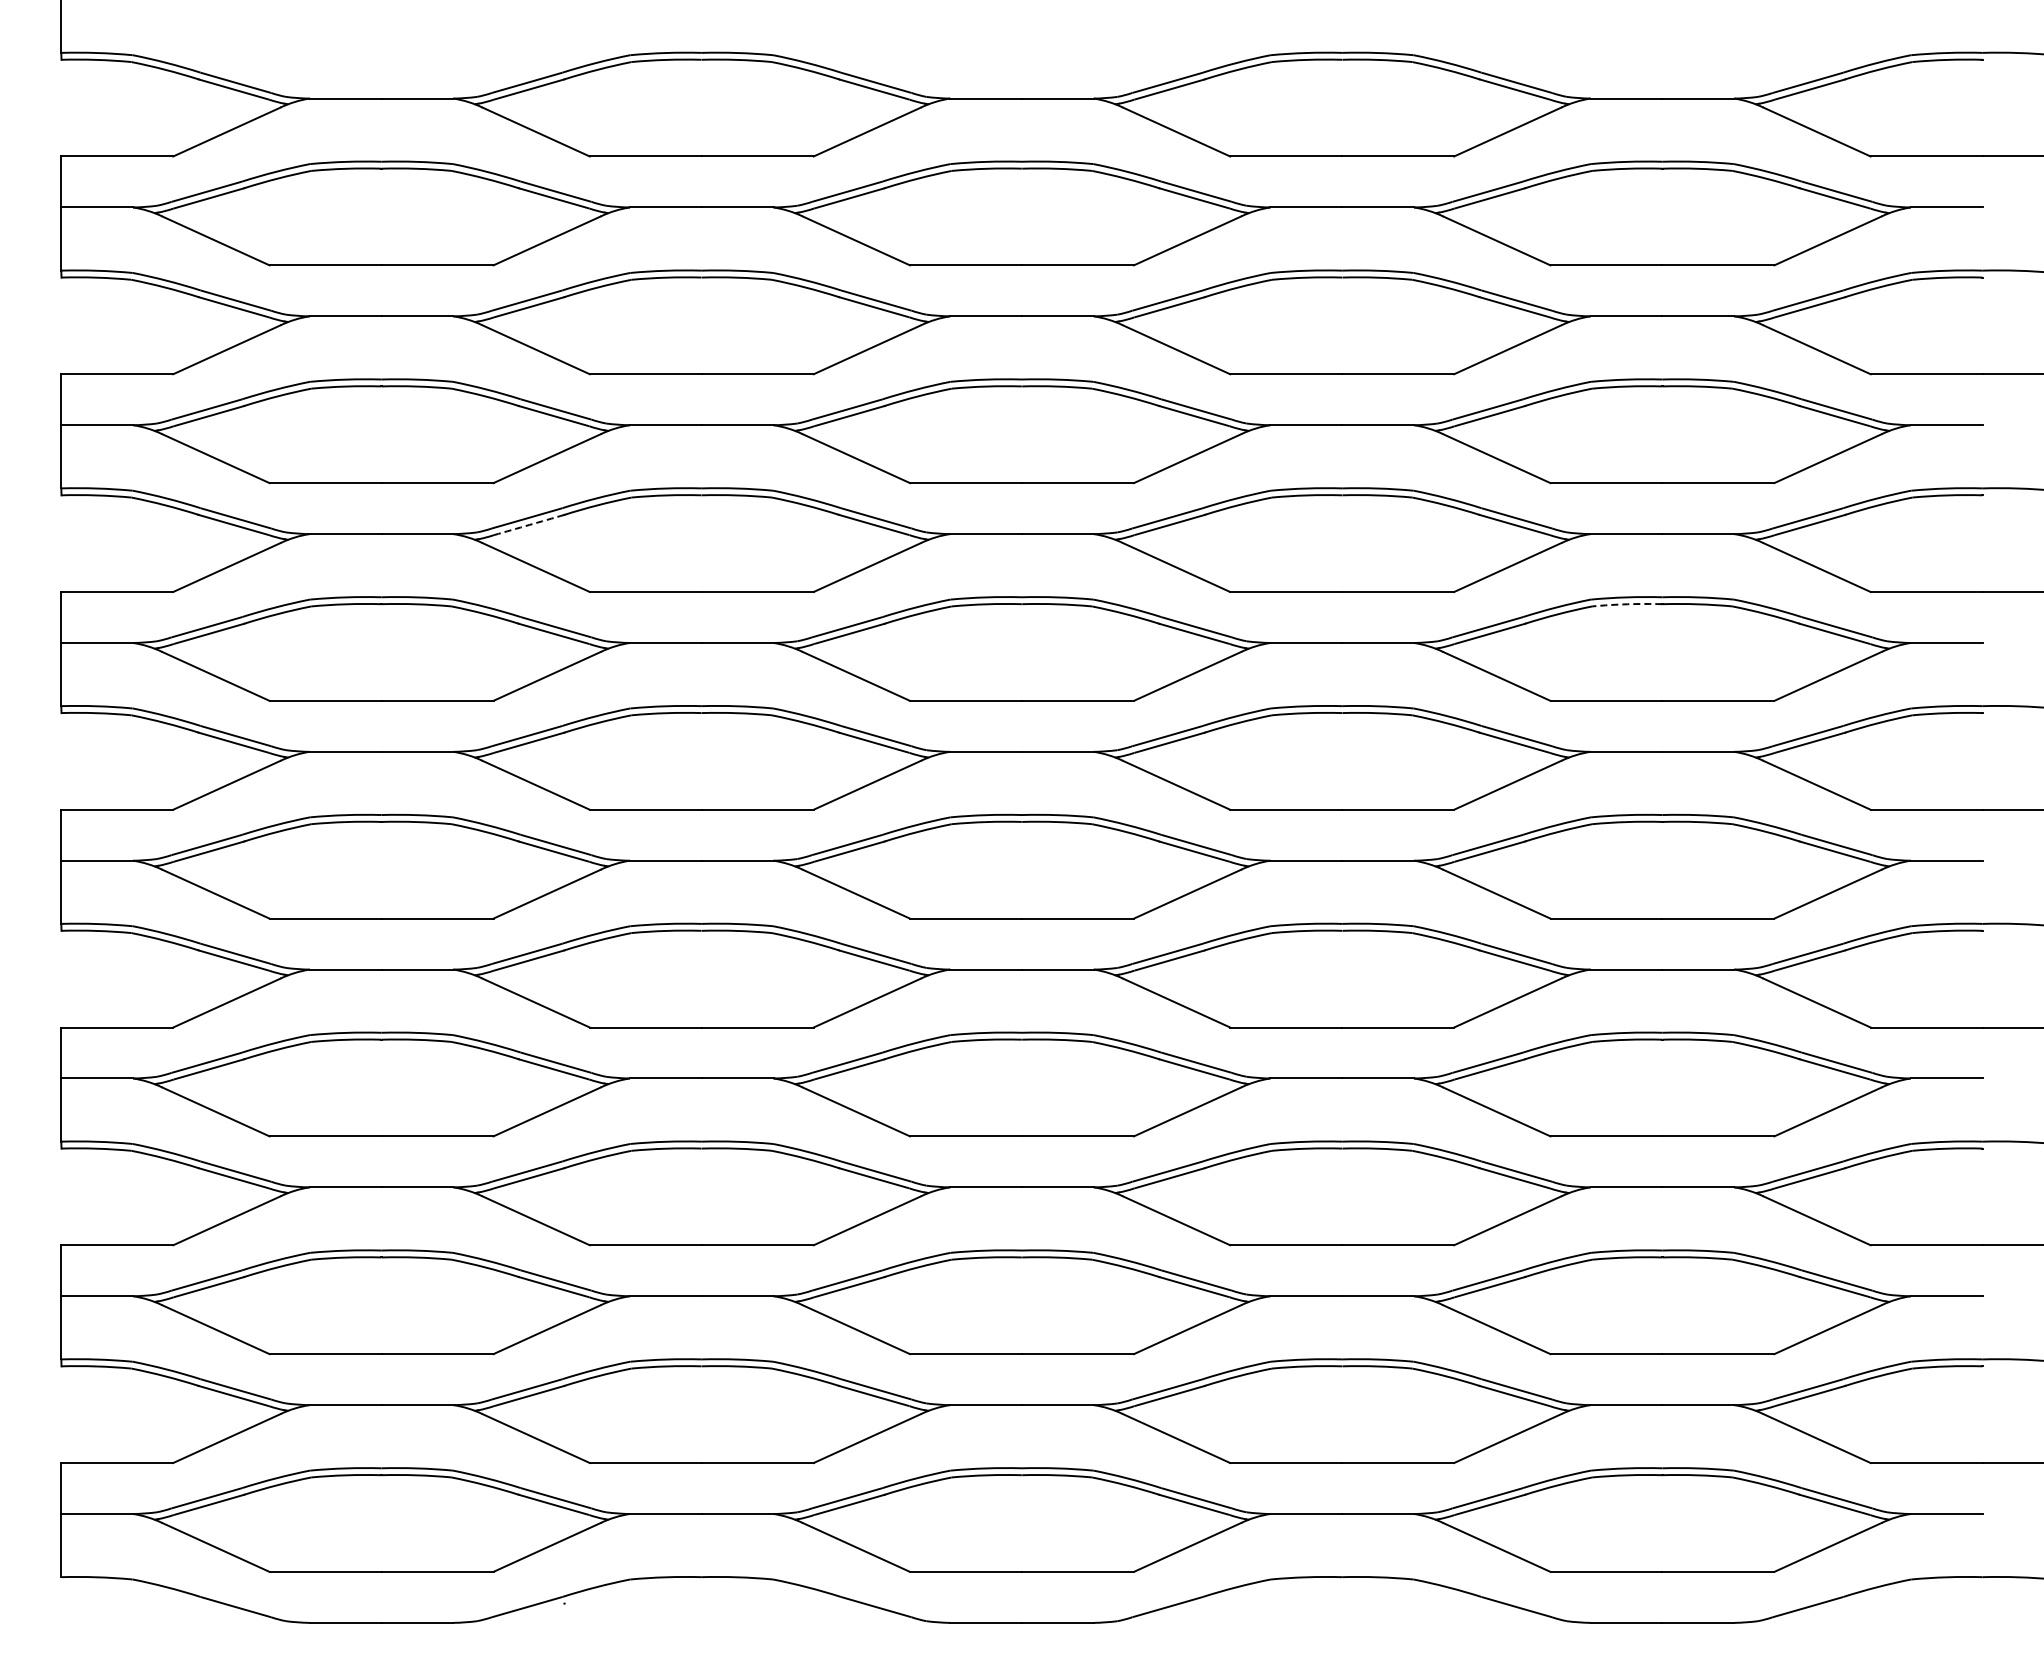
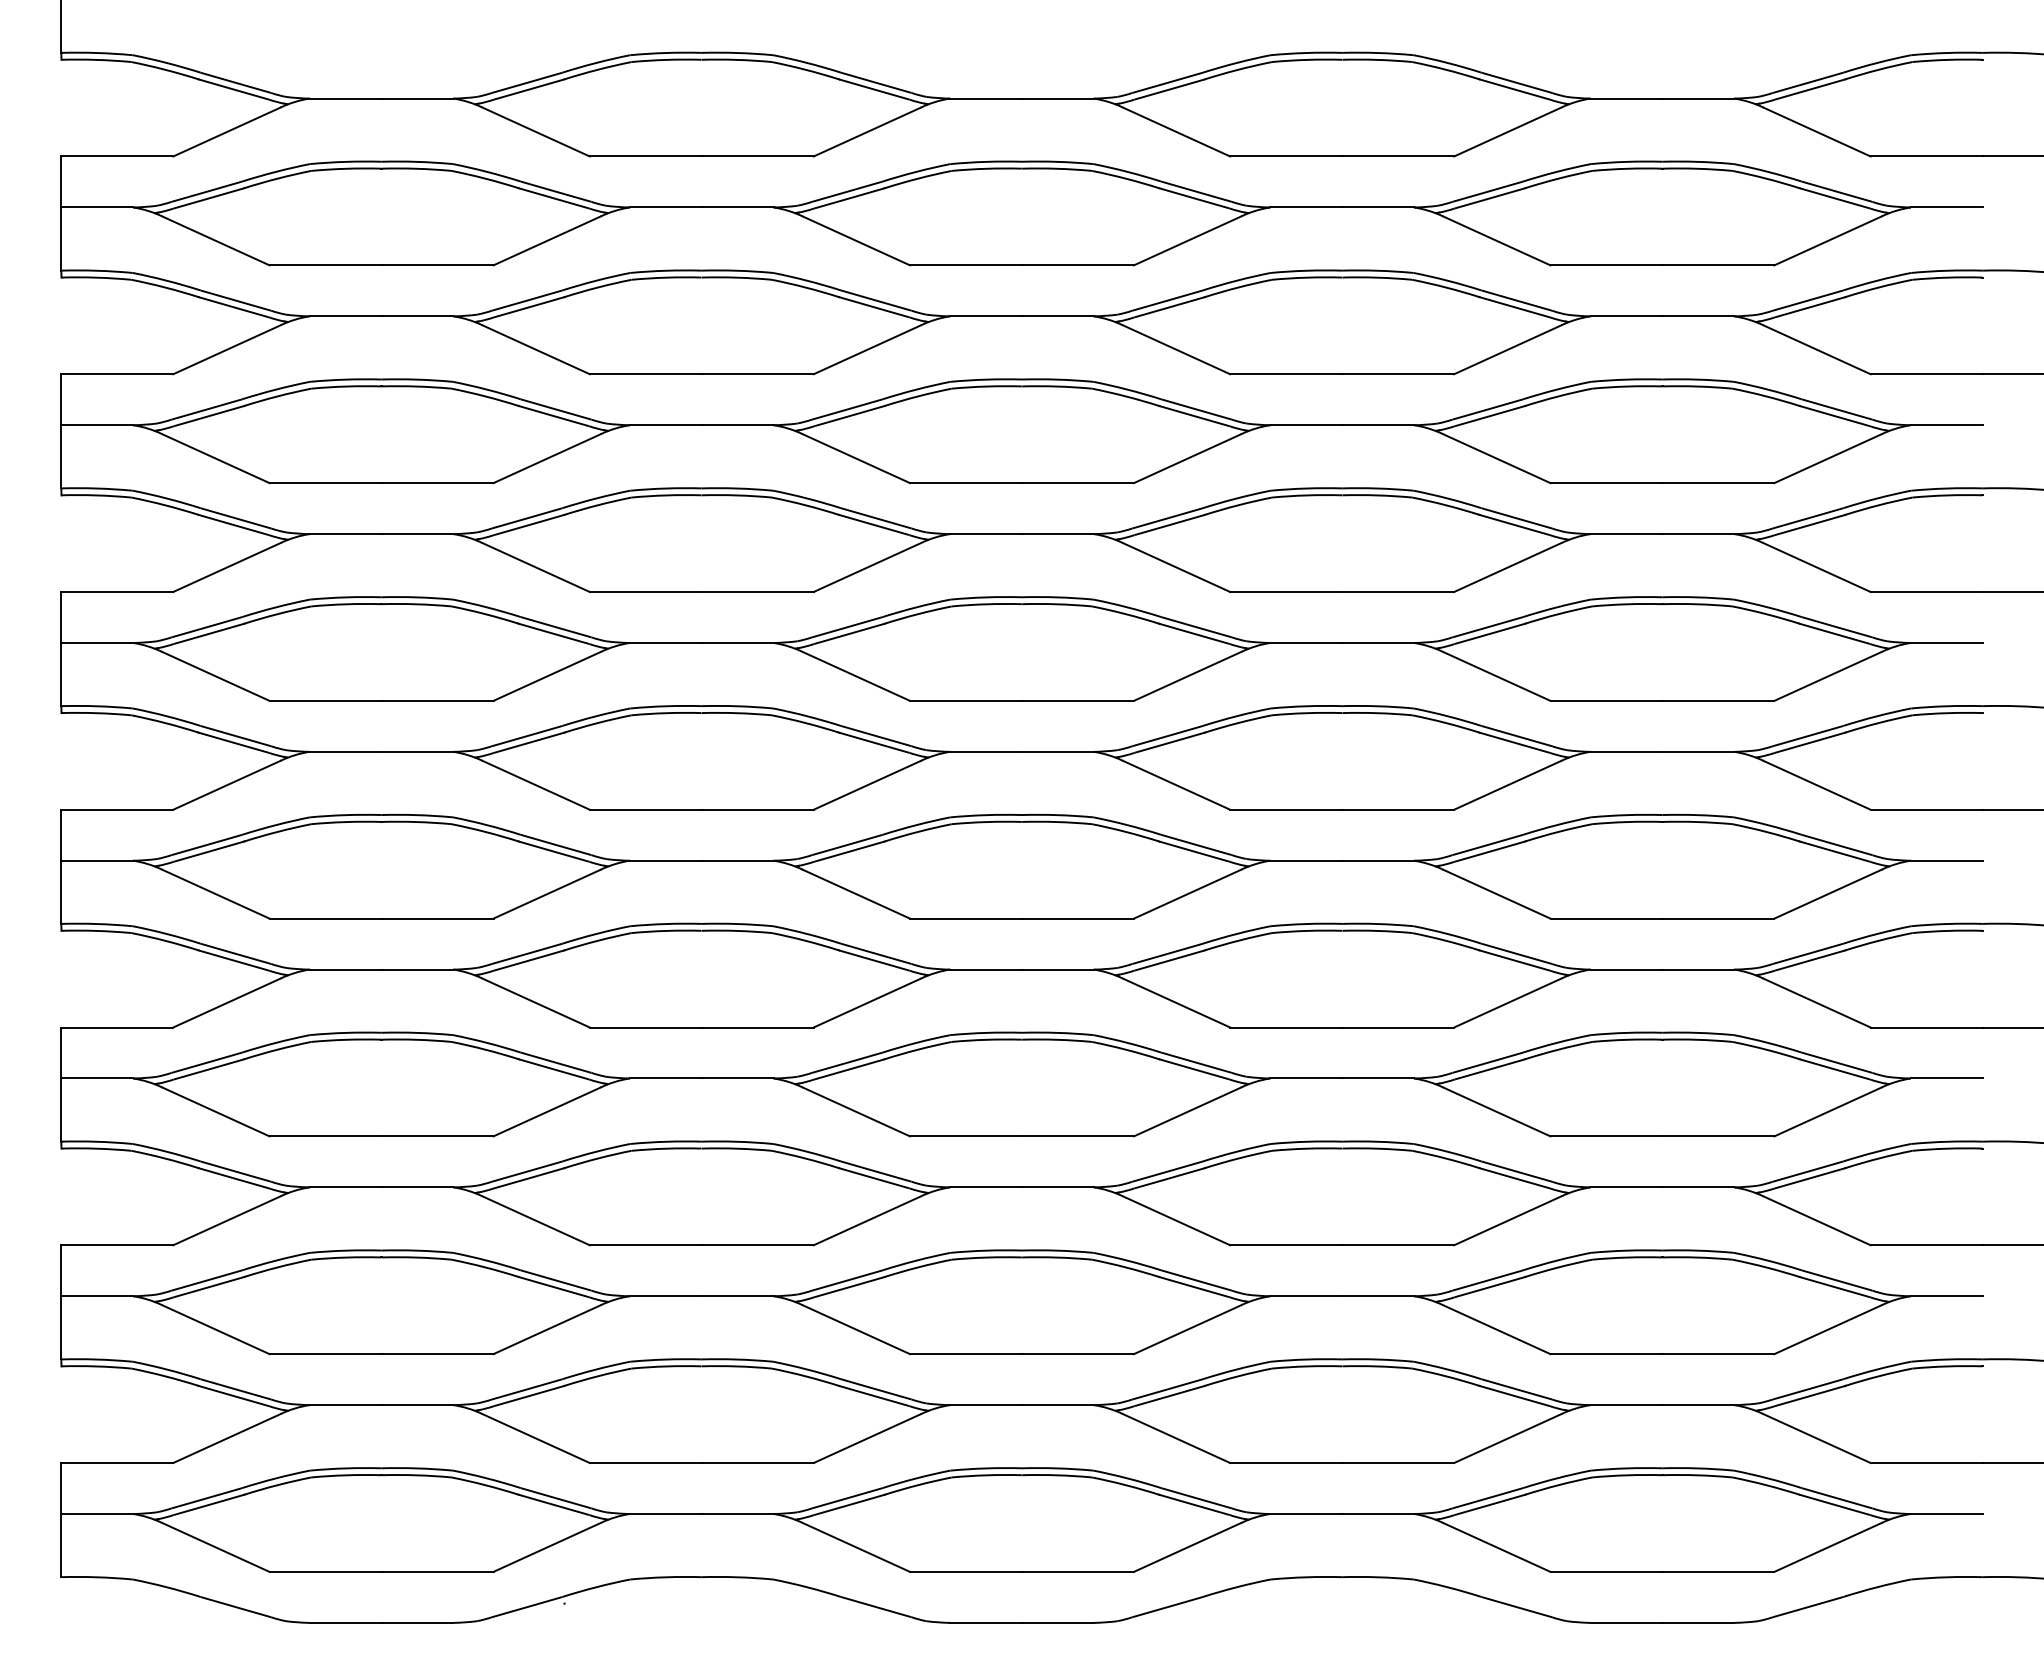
arc at (529, 525): dashed -> solid
arc at (1627, 604): dashed -> solid
